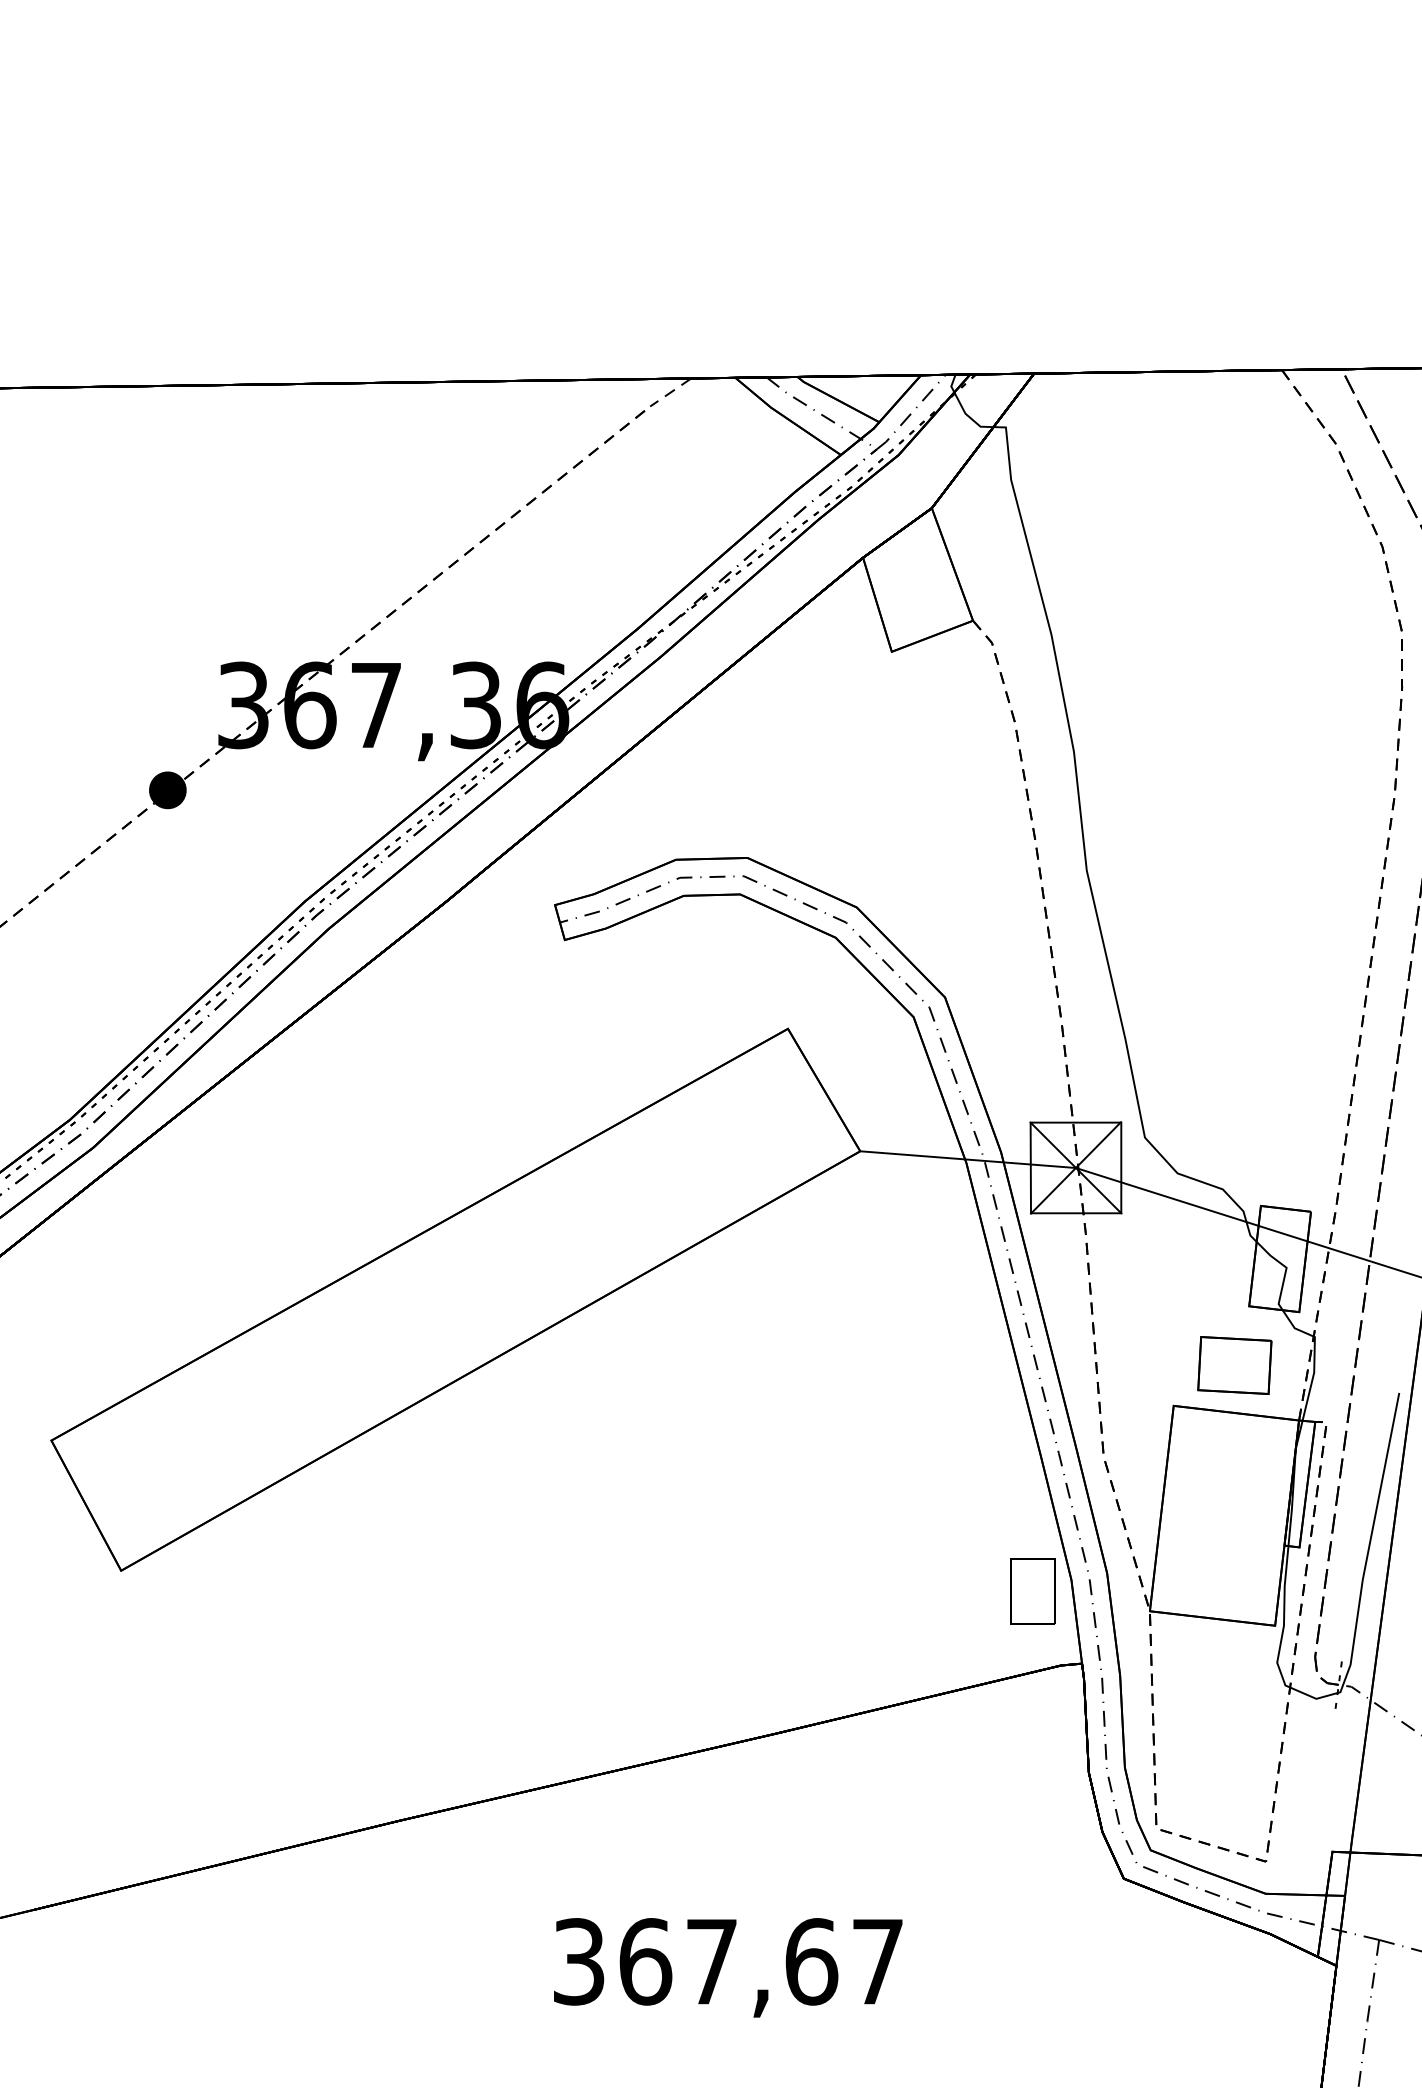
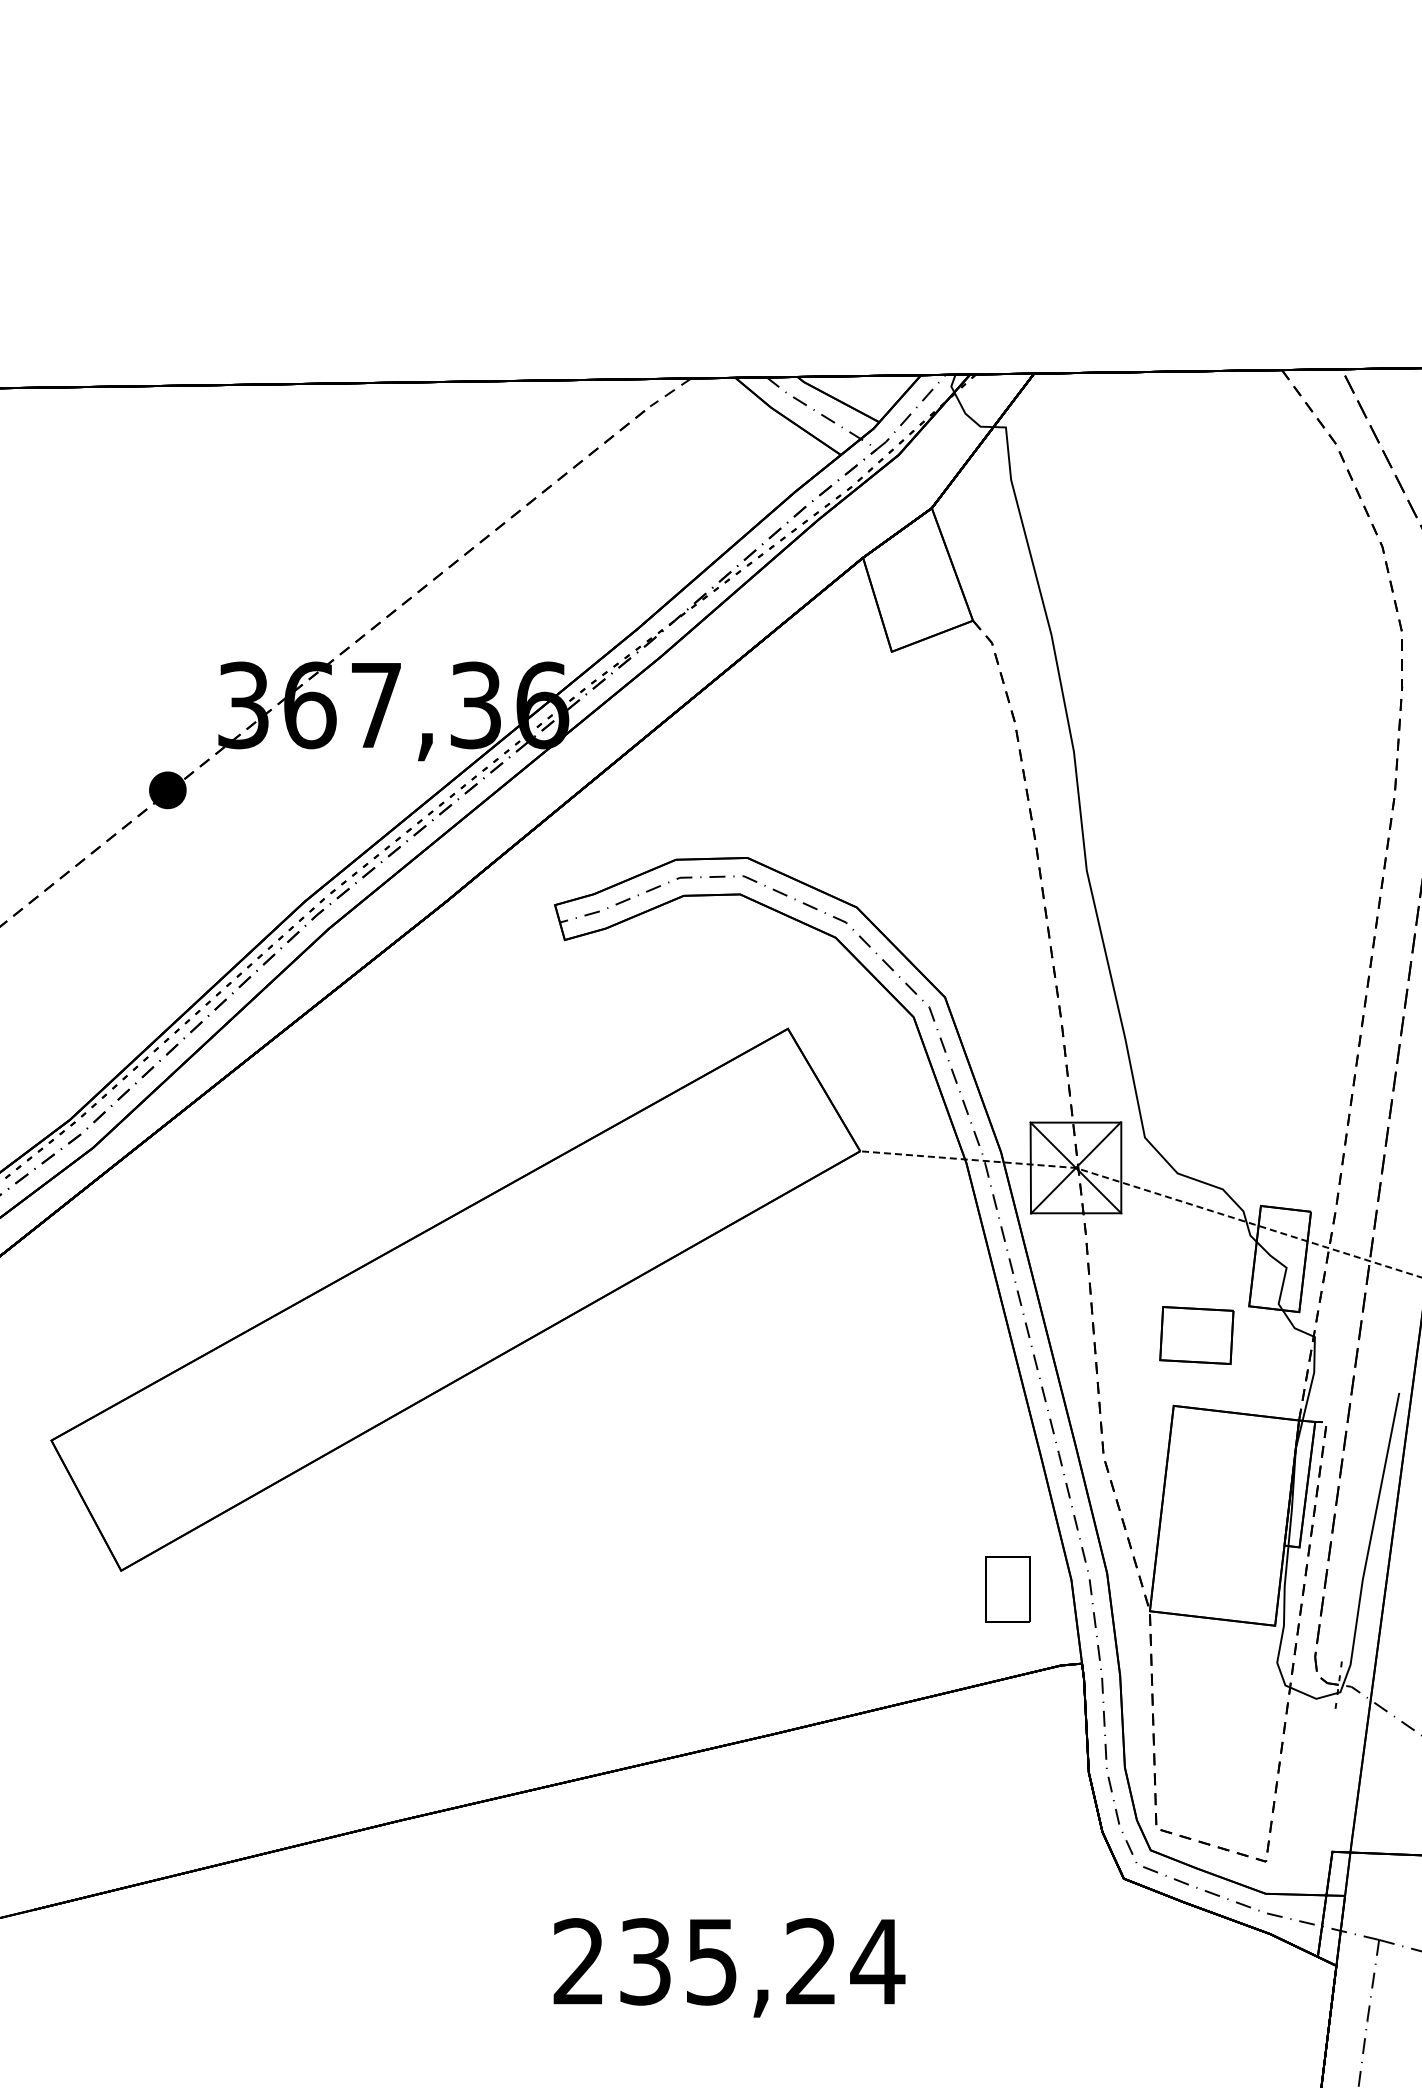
line at (1144, 1189): solid -> dashed
part at (1234, 1365) position: (1234, 1365) -> (1196, 1335)
part at (1032, 1591) position: (1032, 1591) -> (1007, 1589)
text at (729, 1961): 367,67 -> 235,24
